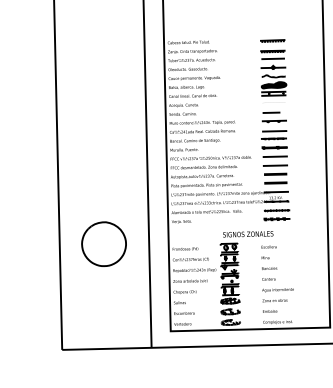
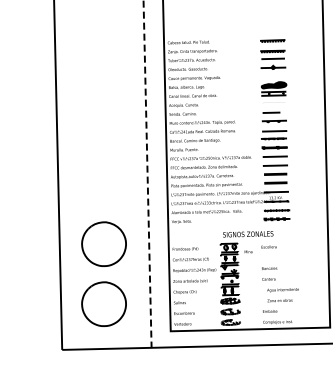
fill at (273, 76): present -> none
line at (147, 174): solid -> dashed
text at (265, 257) position: (265, 257) -> (248, 251)
text at (277, 295) position: (277, 295) -> (282, 295)
part at (103, 303): none -> present
